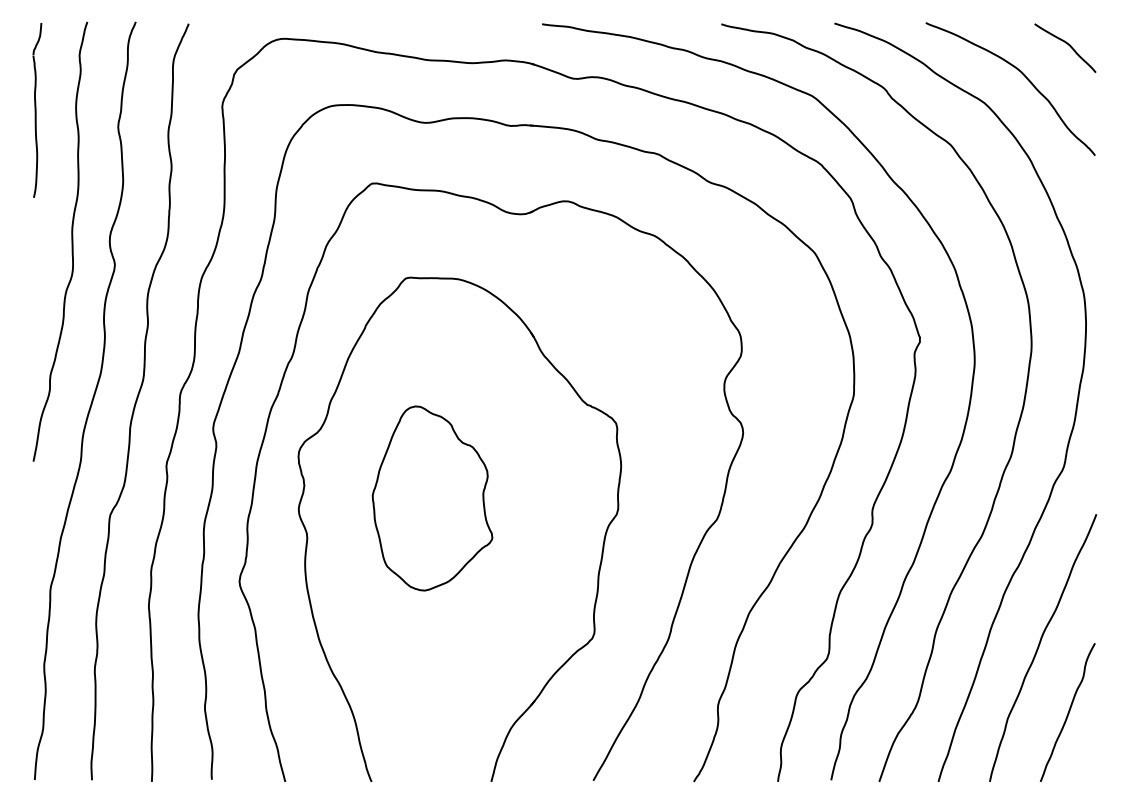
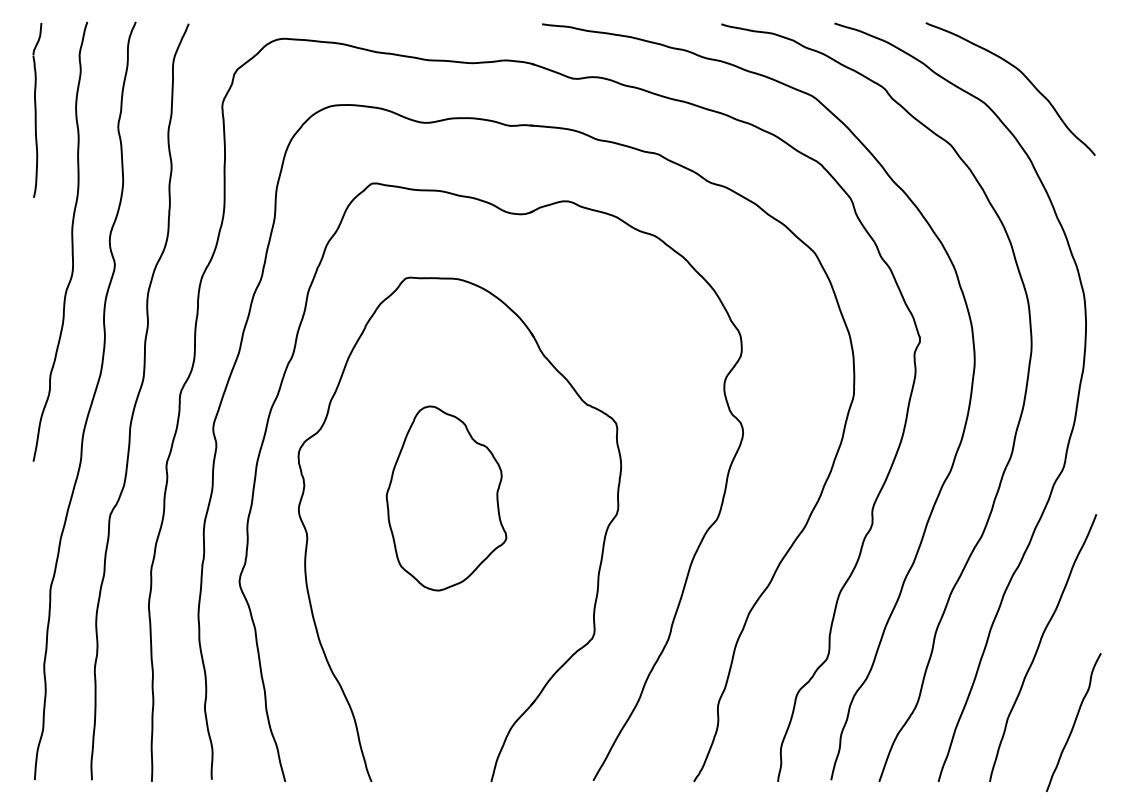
curve at (1067, 44): present -> none
part at (432, 498) position: (432, 498) -> (446, 498)
curve at (1067, 712) position: (1067, 712) -> (1073, 722)
